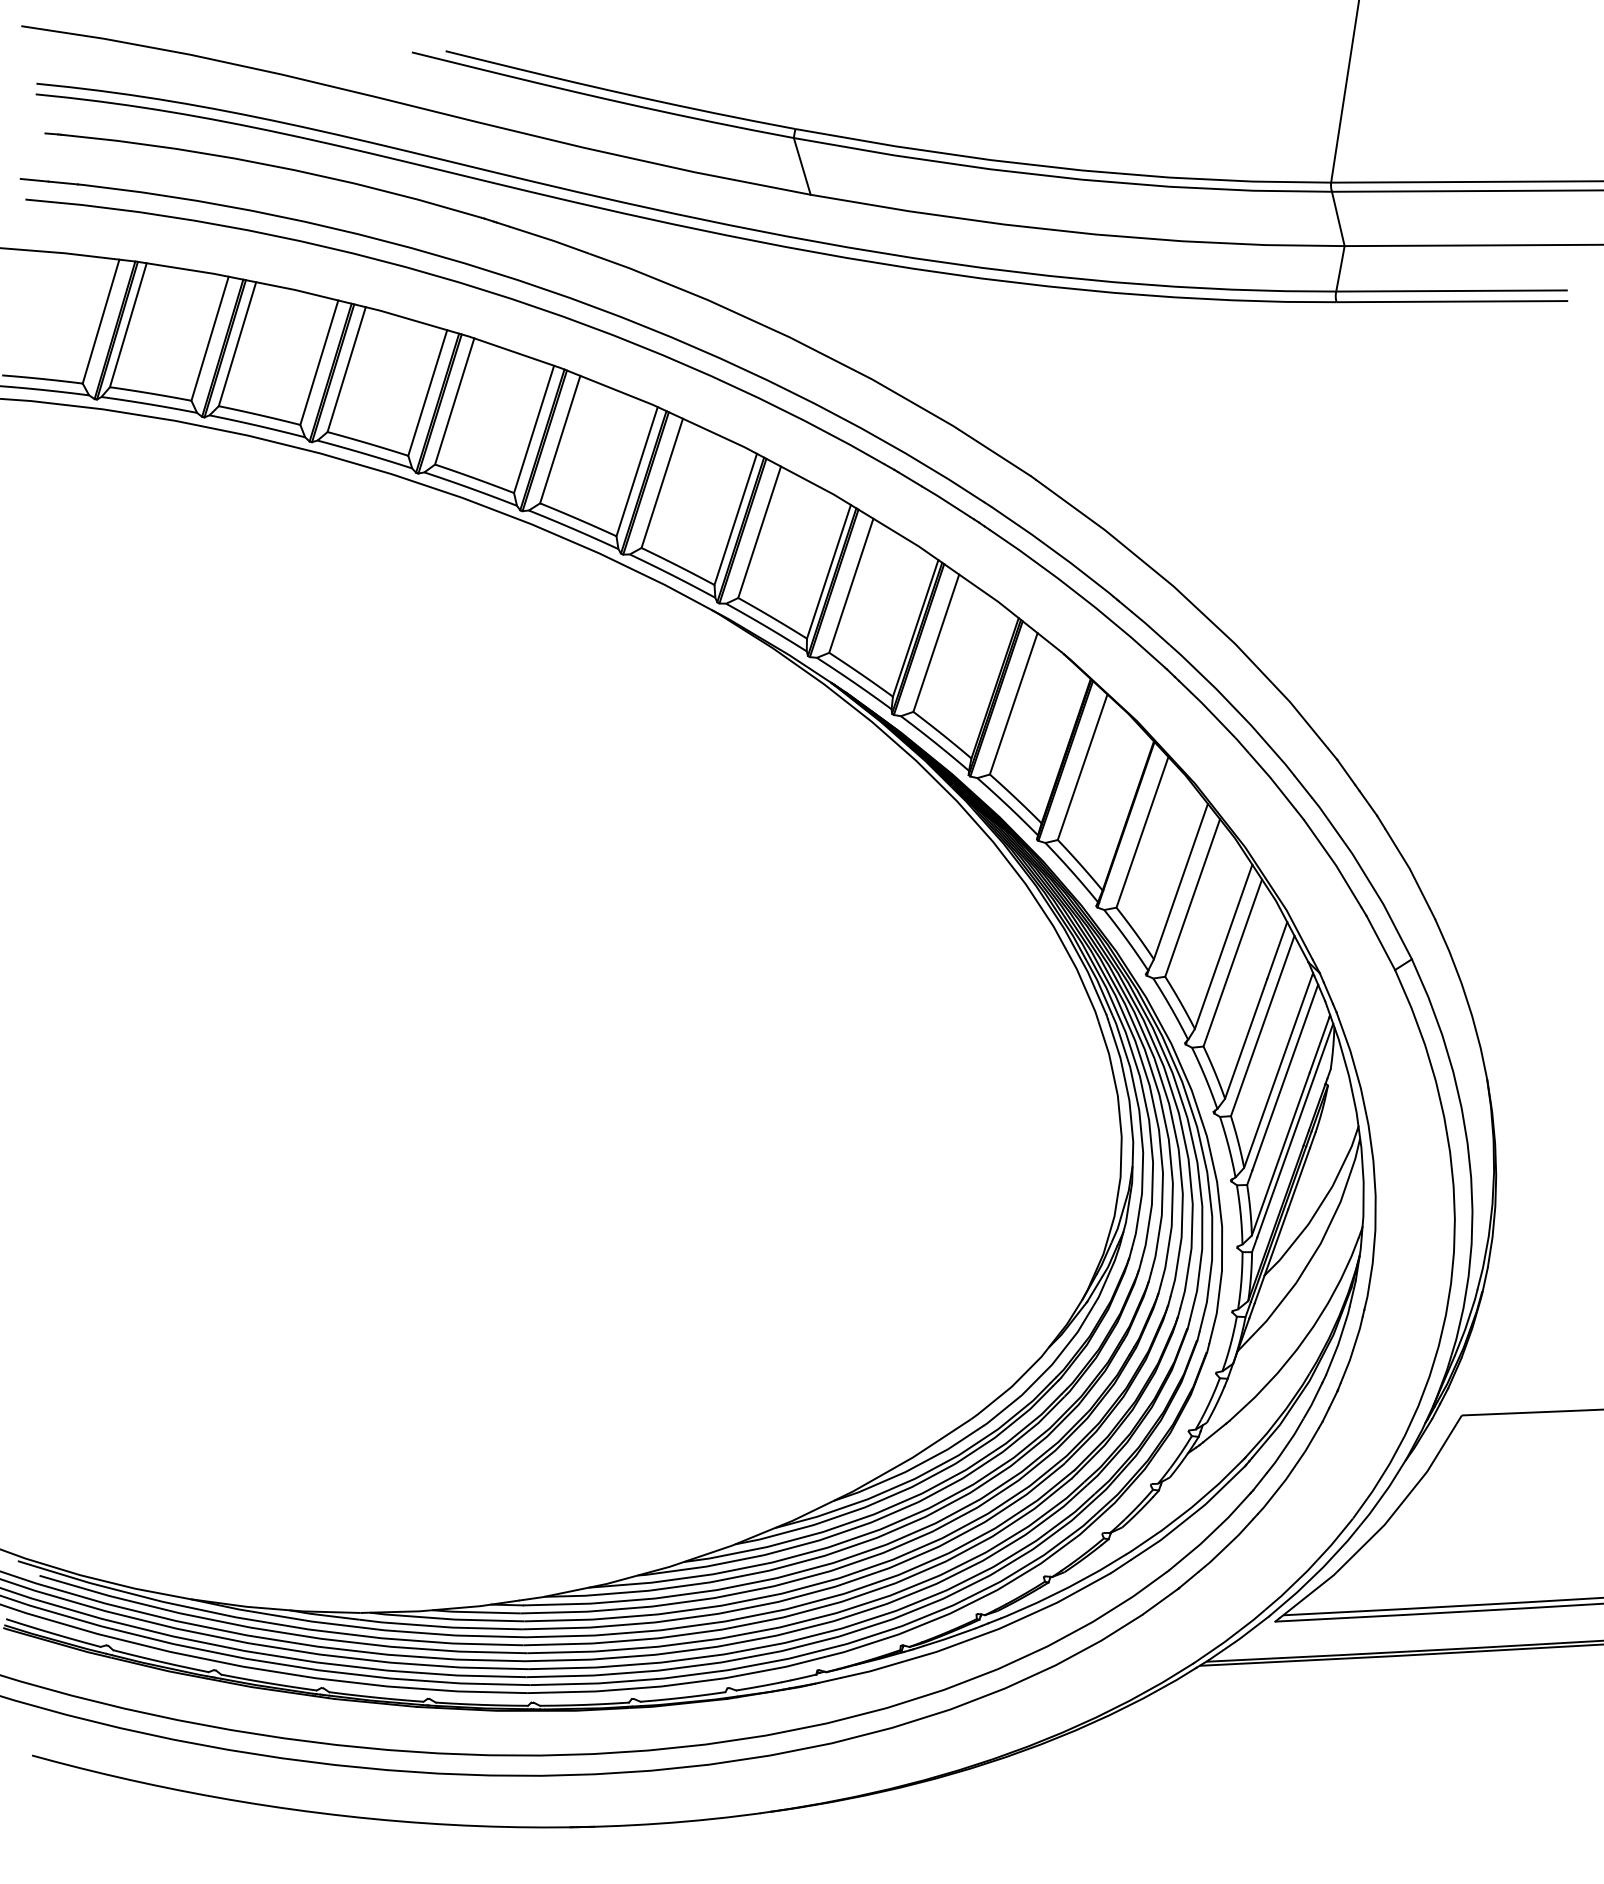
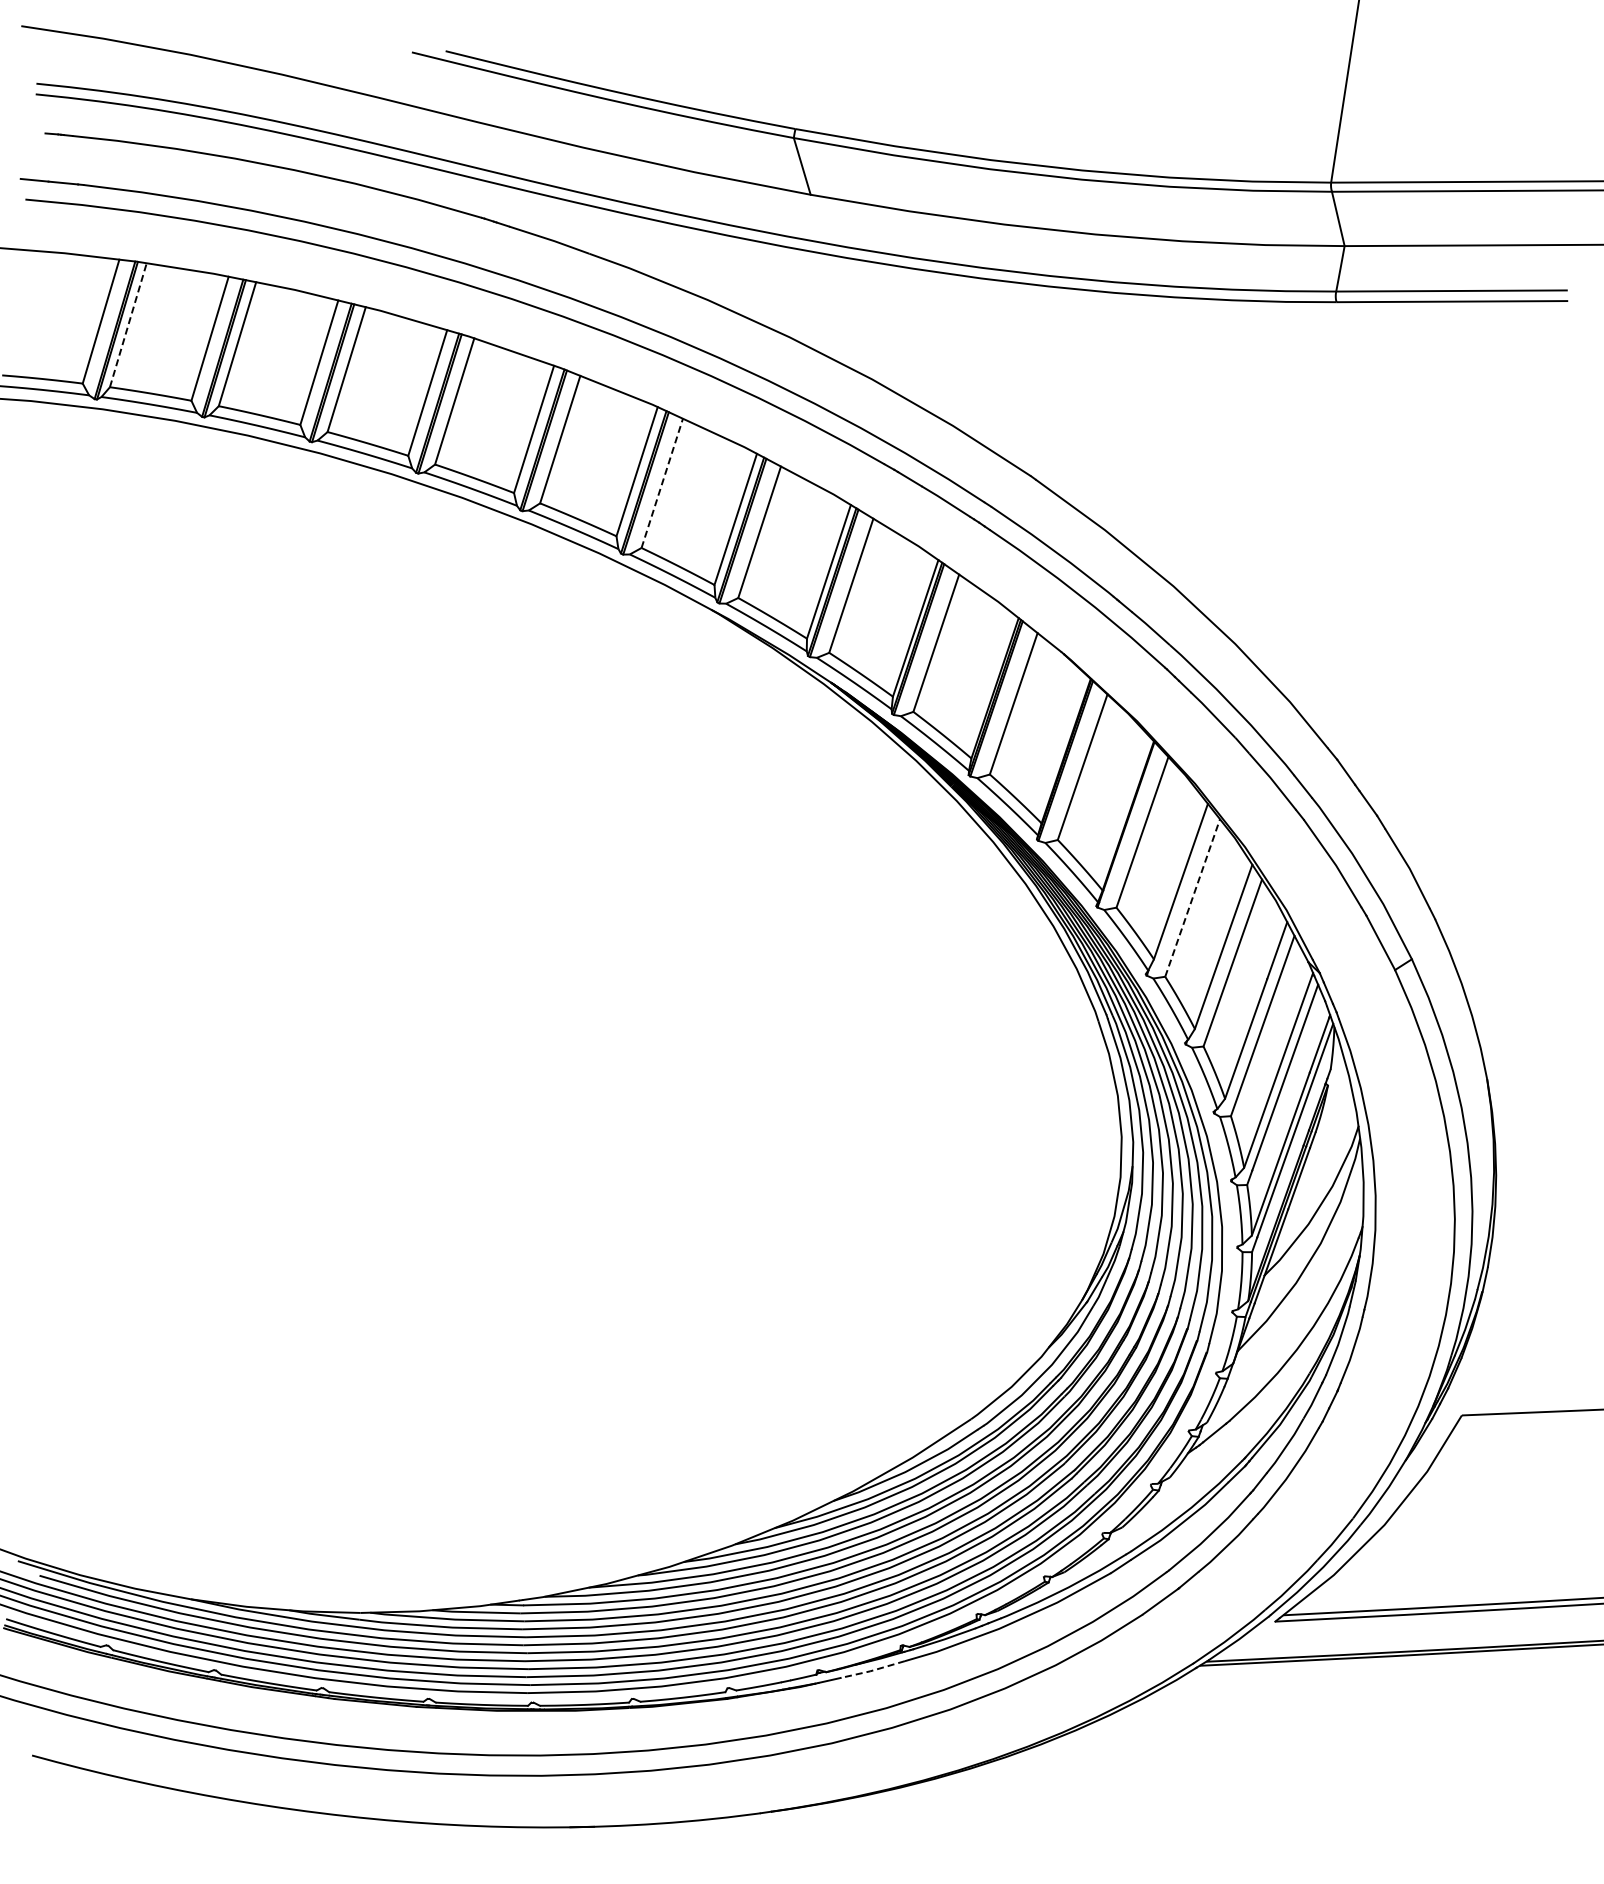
line at (128, 325): solid -> dashed
line at (662, 483): solid -> dashed
line at (1192, 897): solid -> dashed
line at (872, 1670): solid -> dashed
